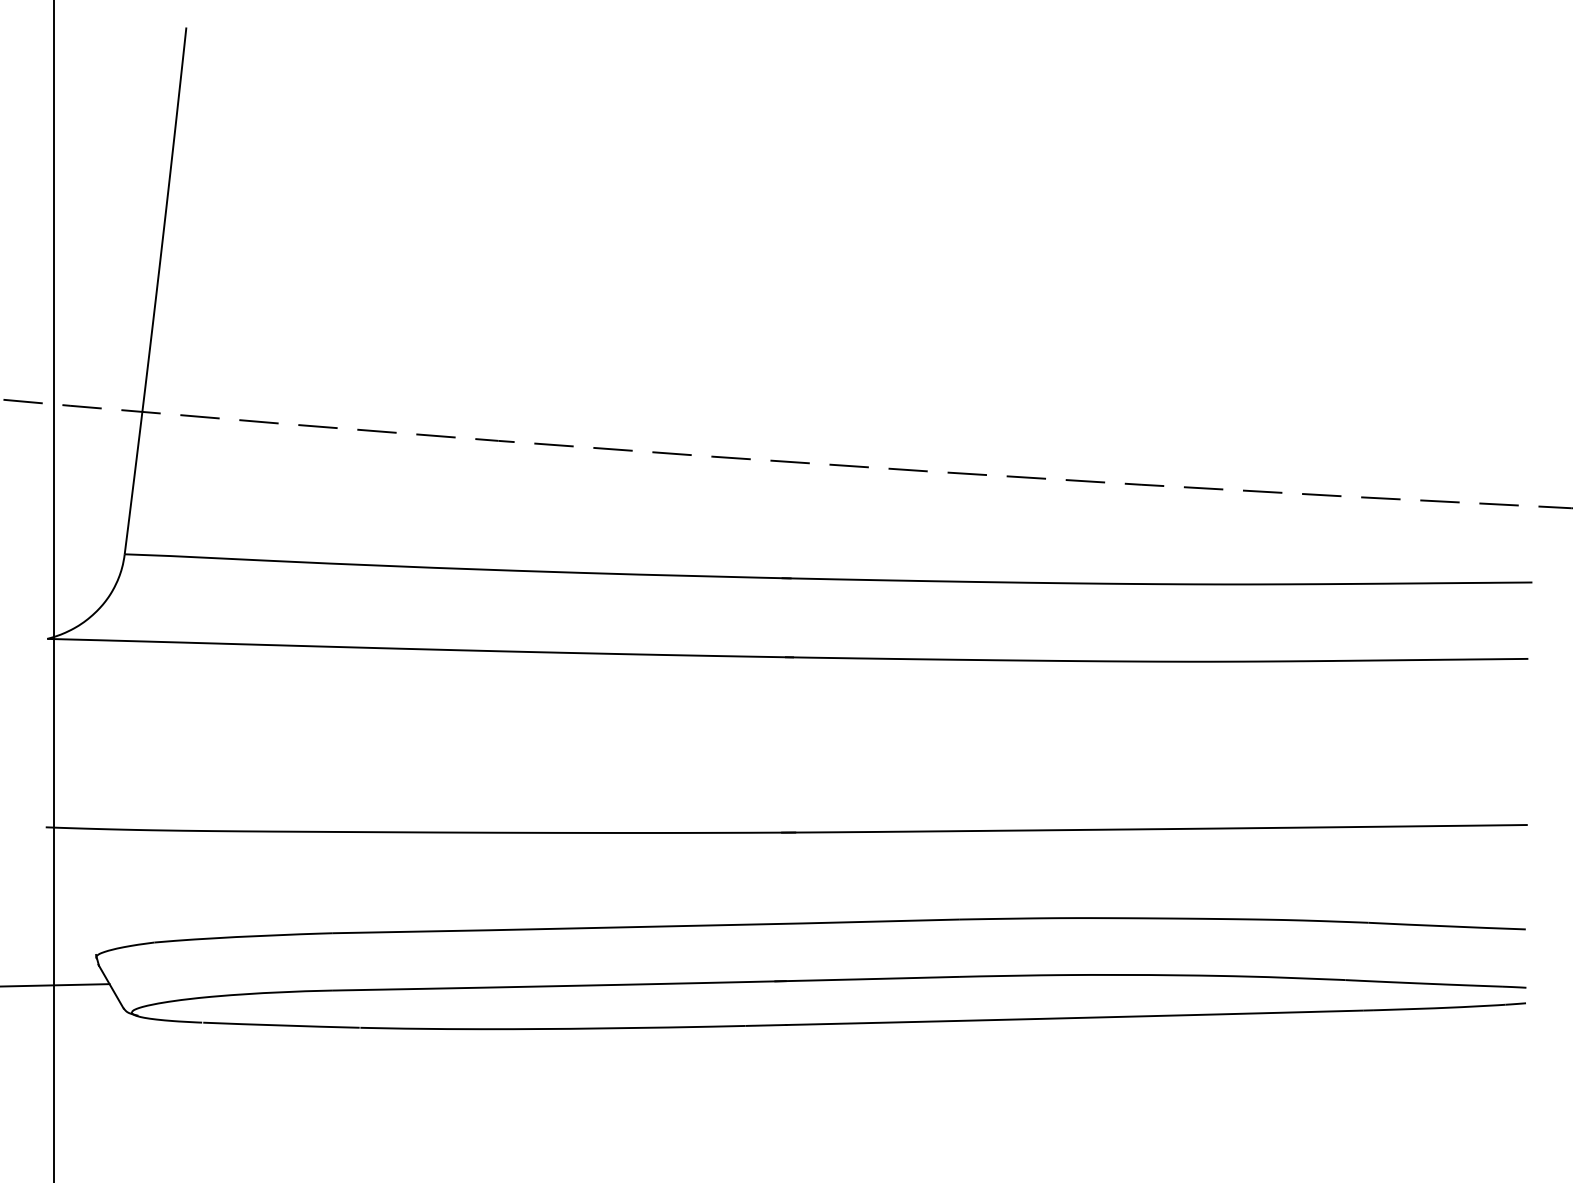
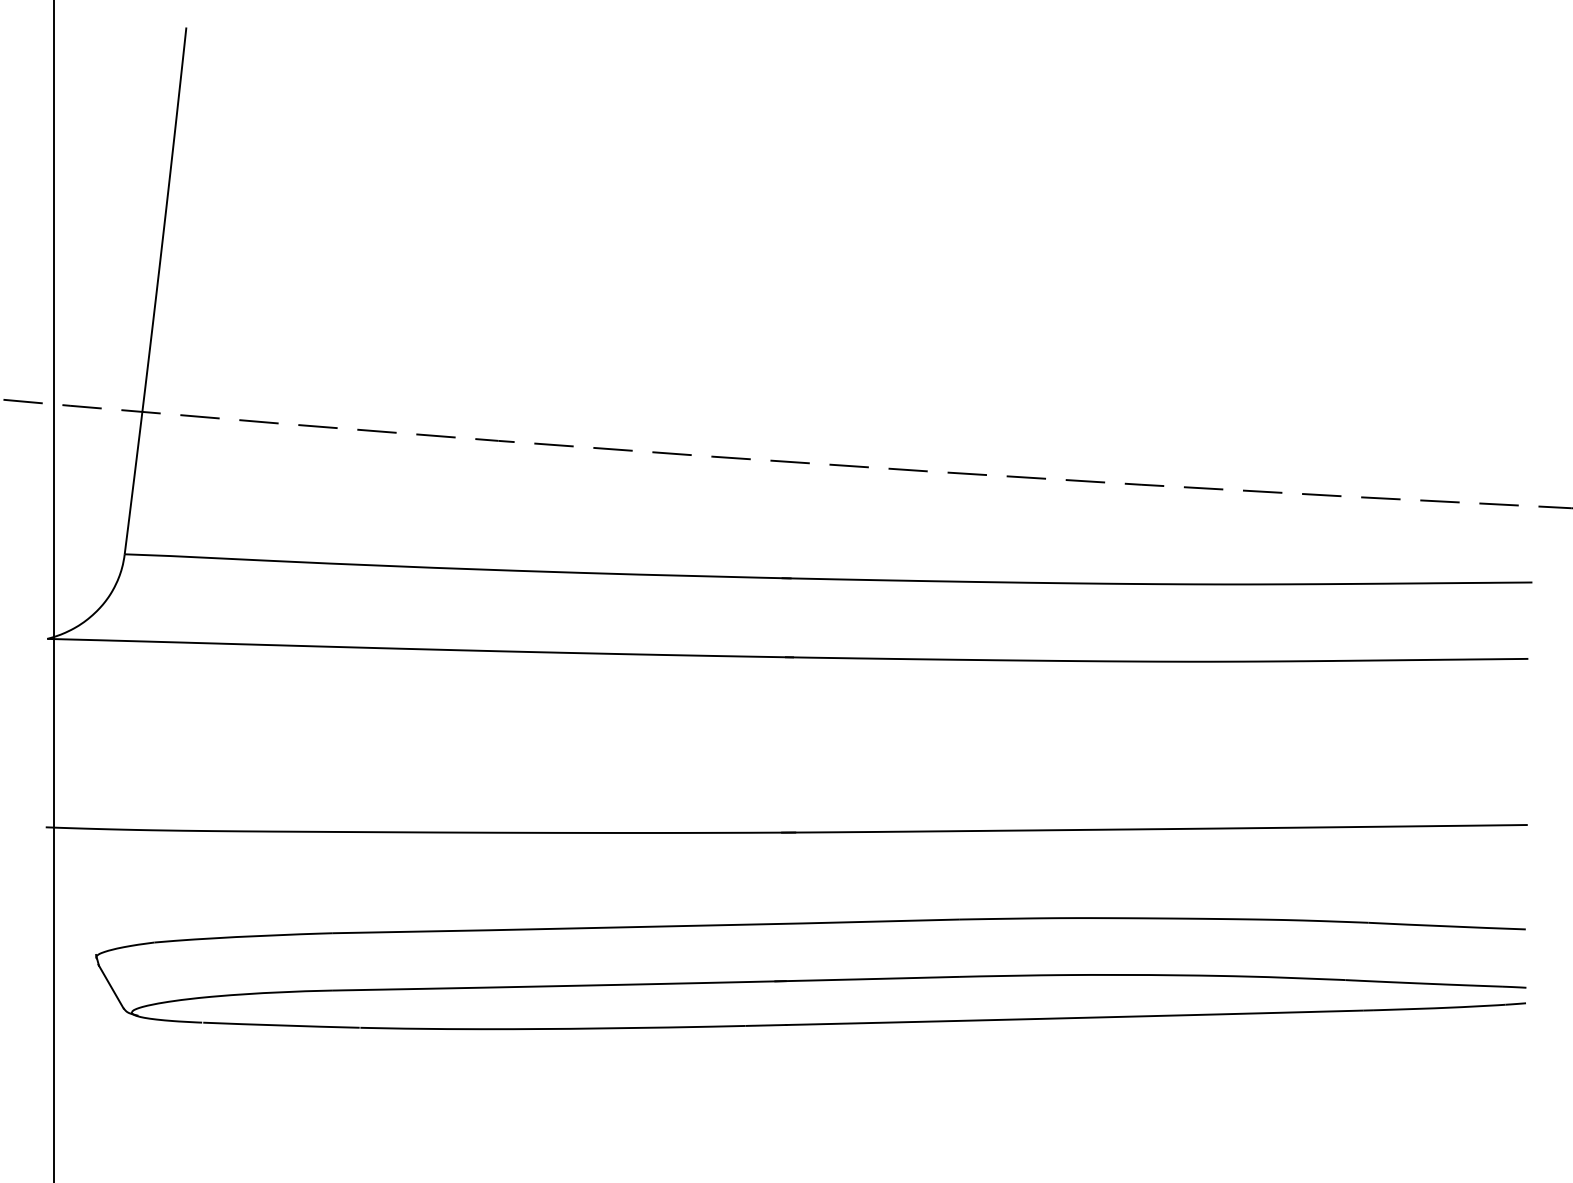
line at (55, 985): present -> none
